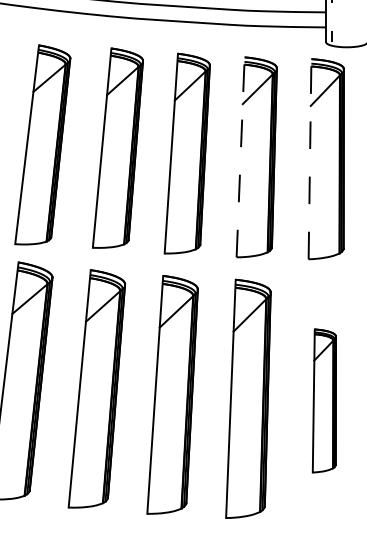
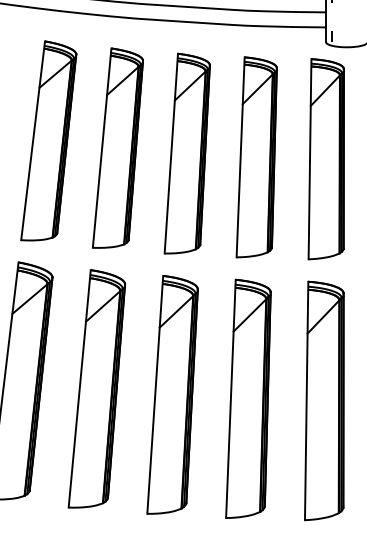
part at (42, 144) position: (42, 144) -> (48, 140)
line at (240, 156): dashed -> solid
line at (310, 158): dashed -> solid
part at (323, 400) size: 26x146 px -> 41x242 px
